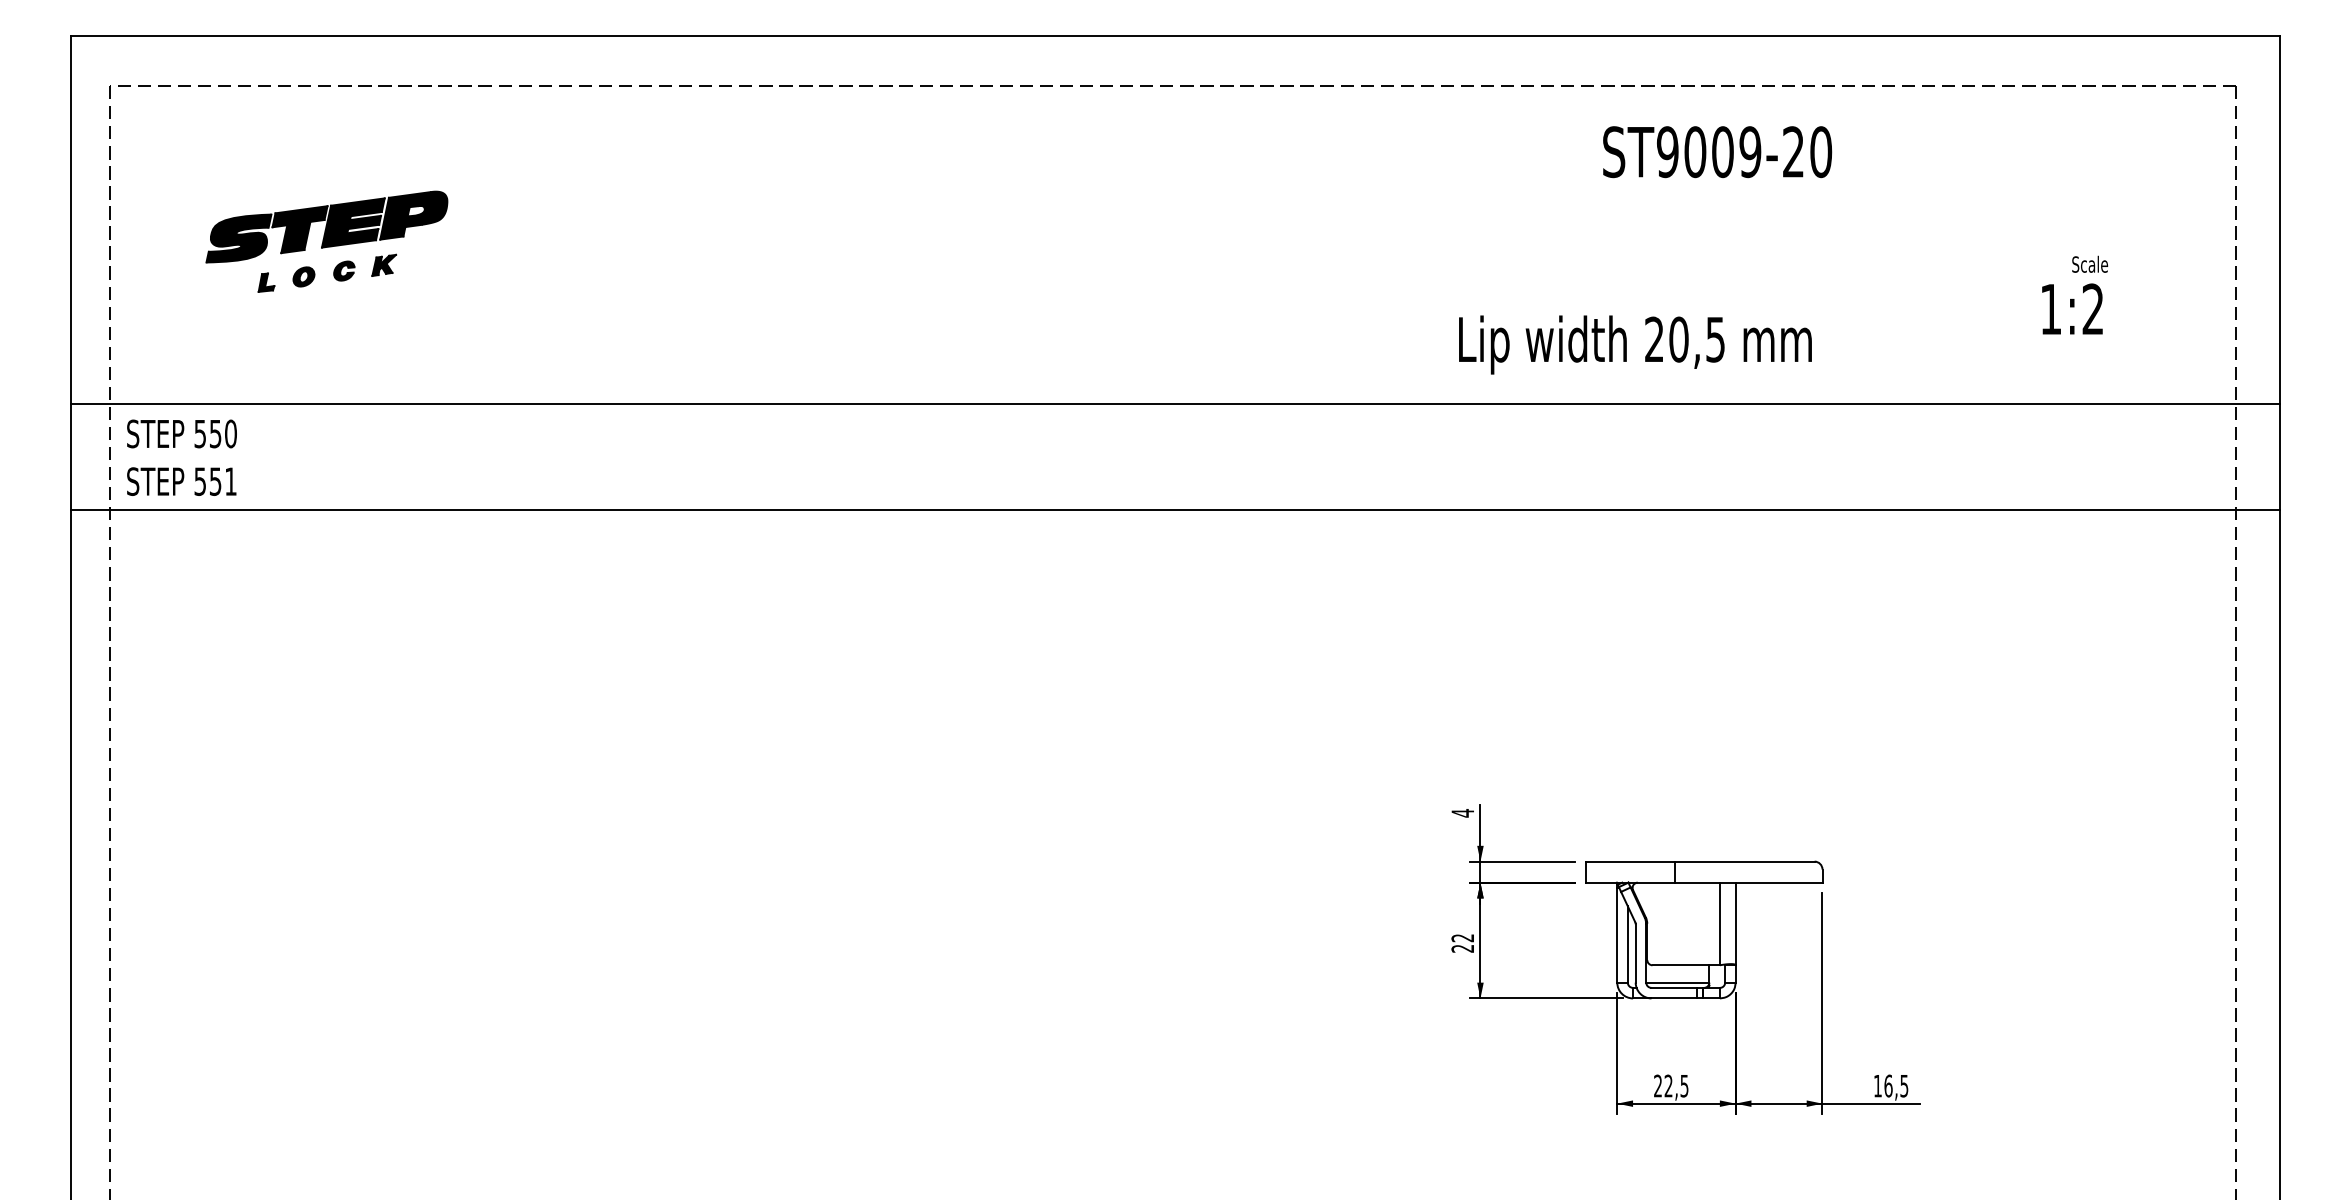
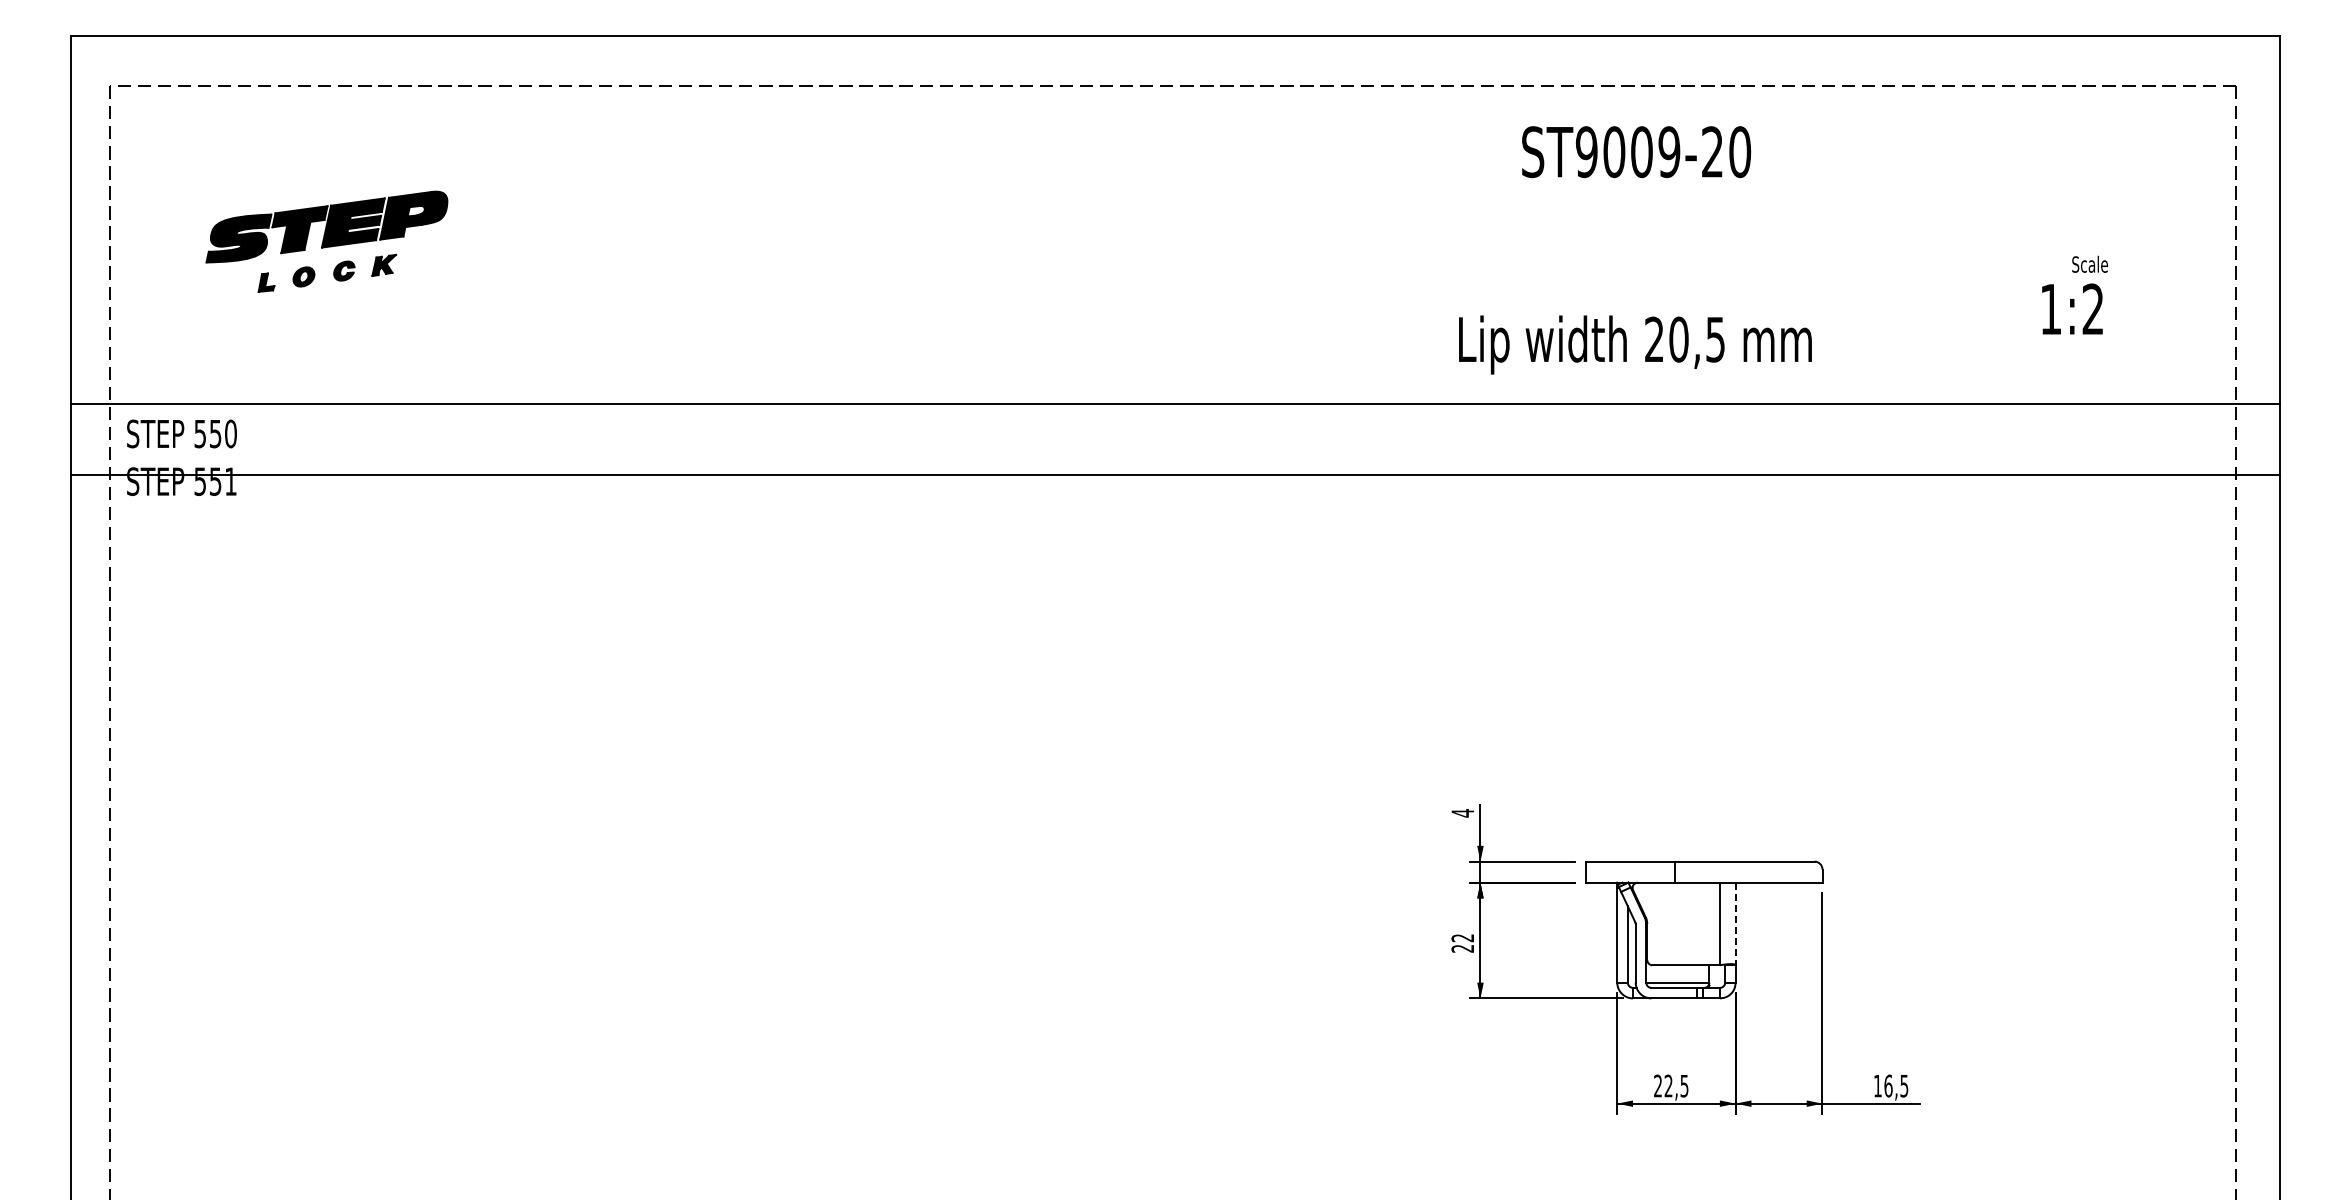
text at (1717, 152) position: (1717, 152) -> (1636, 152)
line at (1175, 509) position: (1175, 509) -> (1175, 474)
line at (1735, 924): solid -> dashed
